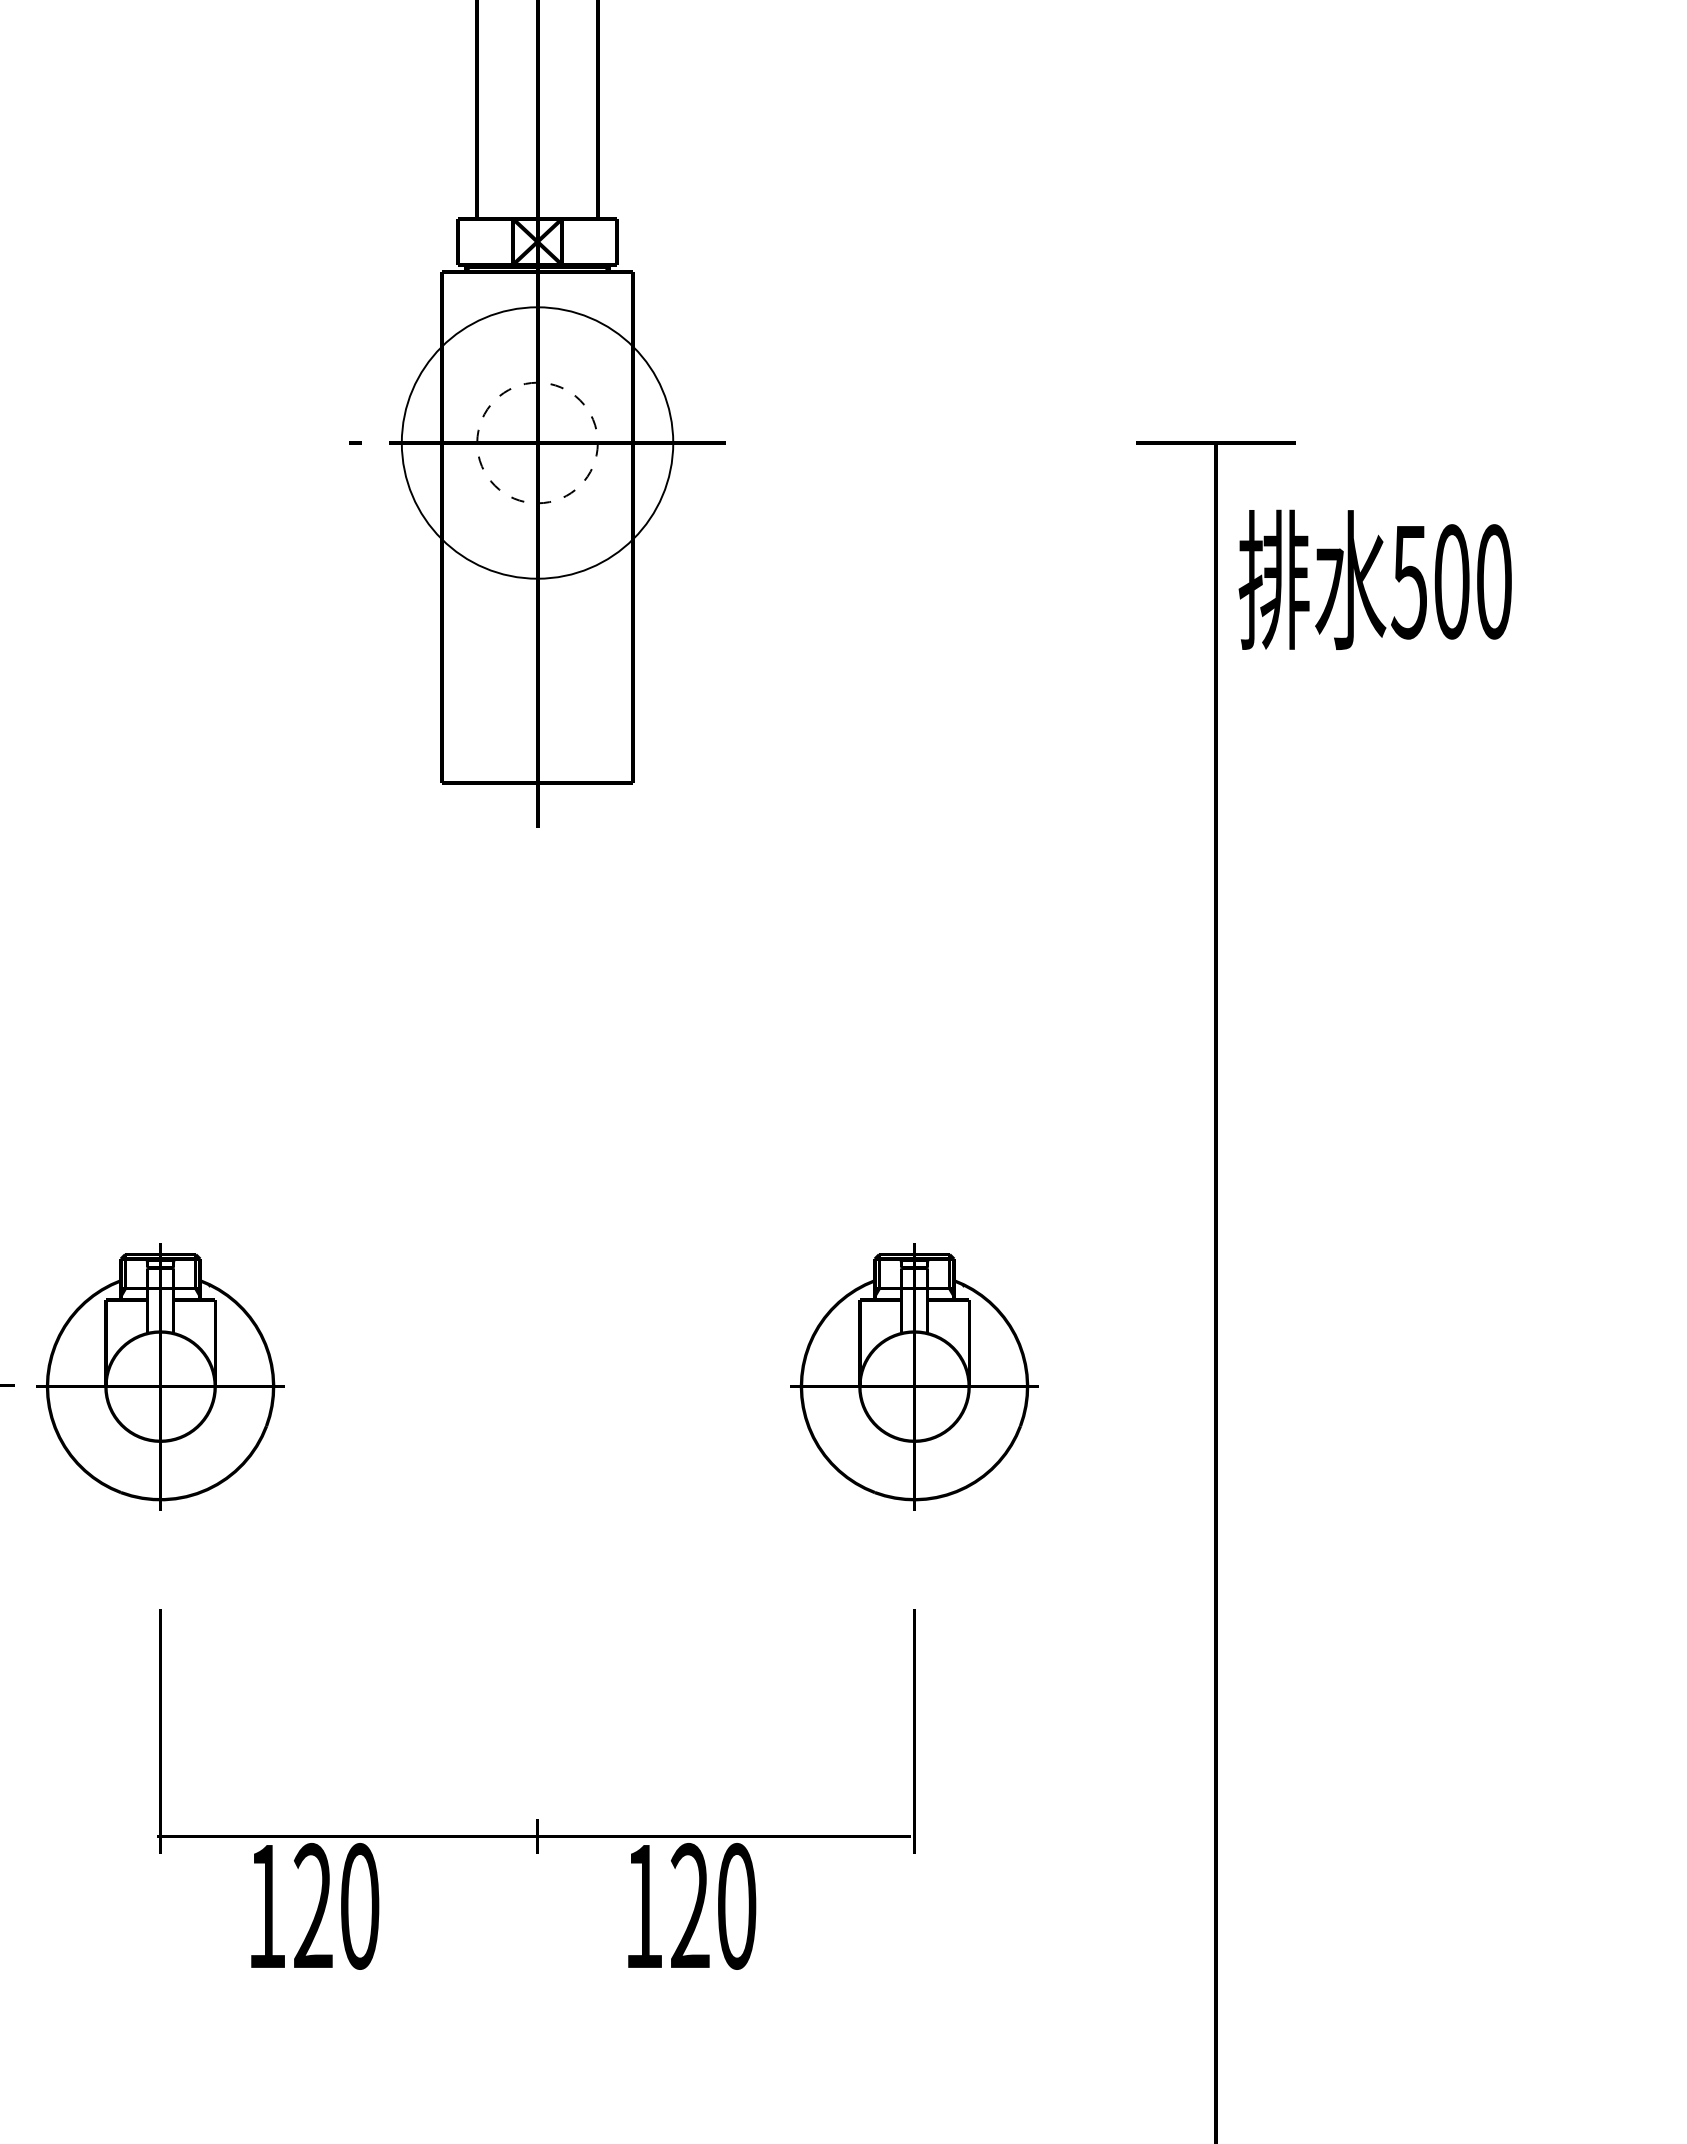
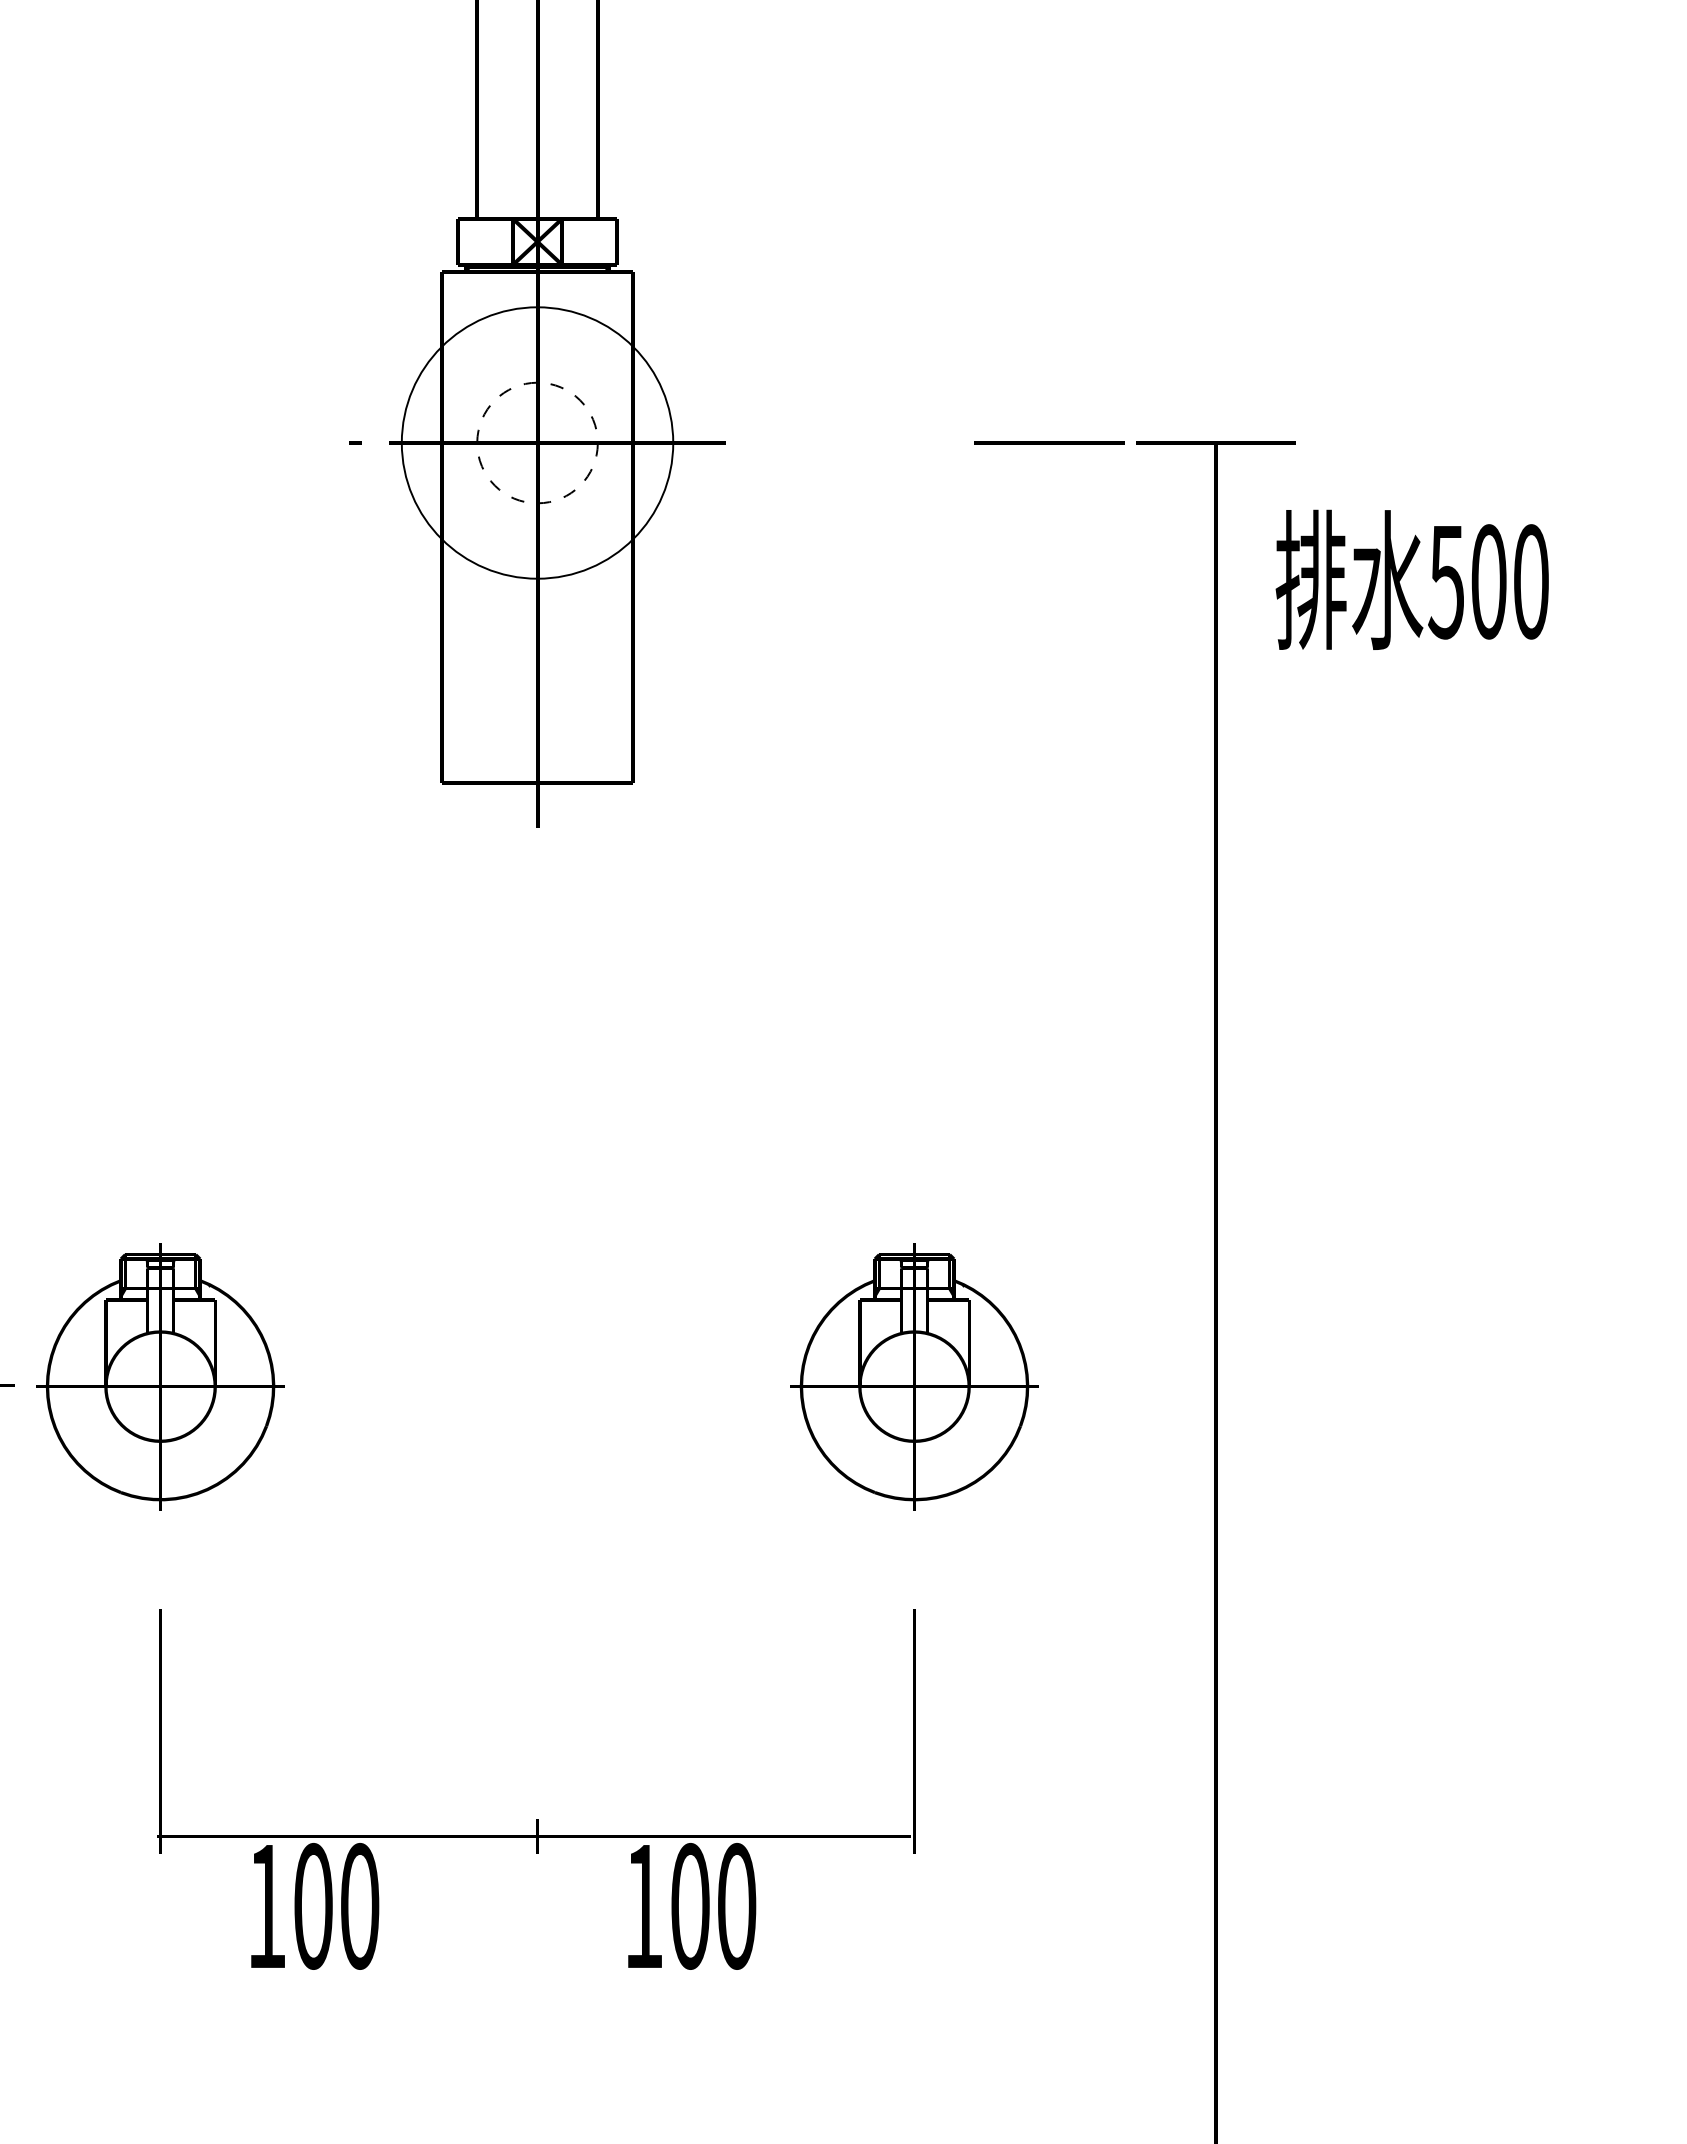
line at (1049, 442): none -> present
text at (1374, 579) position: (1374, 579) -> (1411, 579)
text at (312, 1906): 120 -> 100
text at (689, 1906): 120 -> 100
